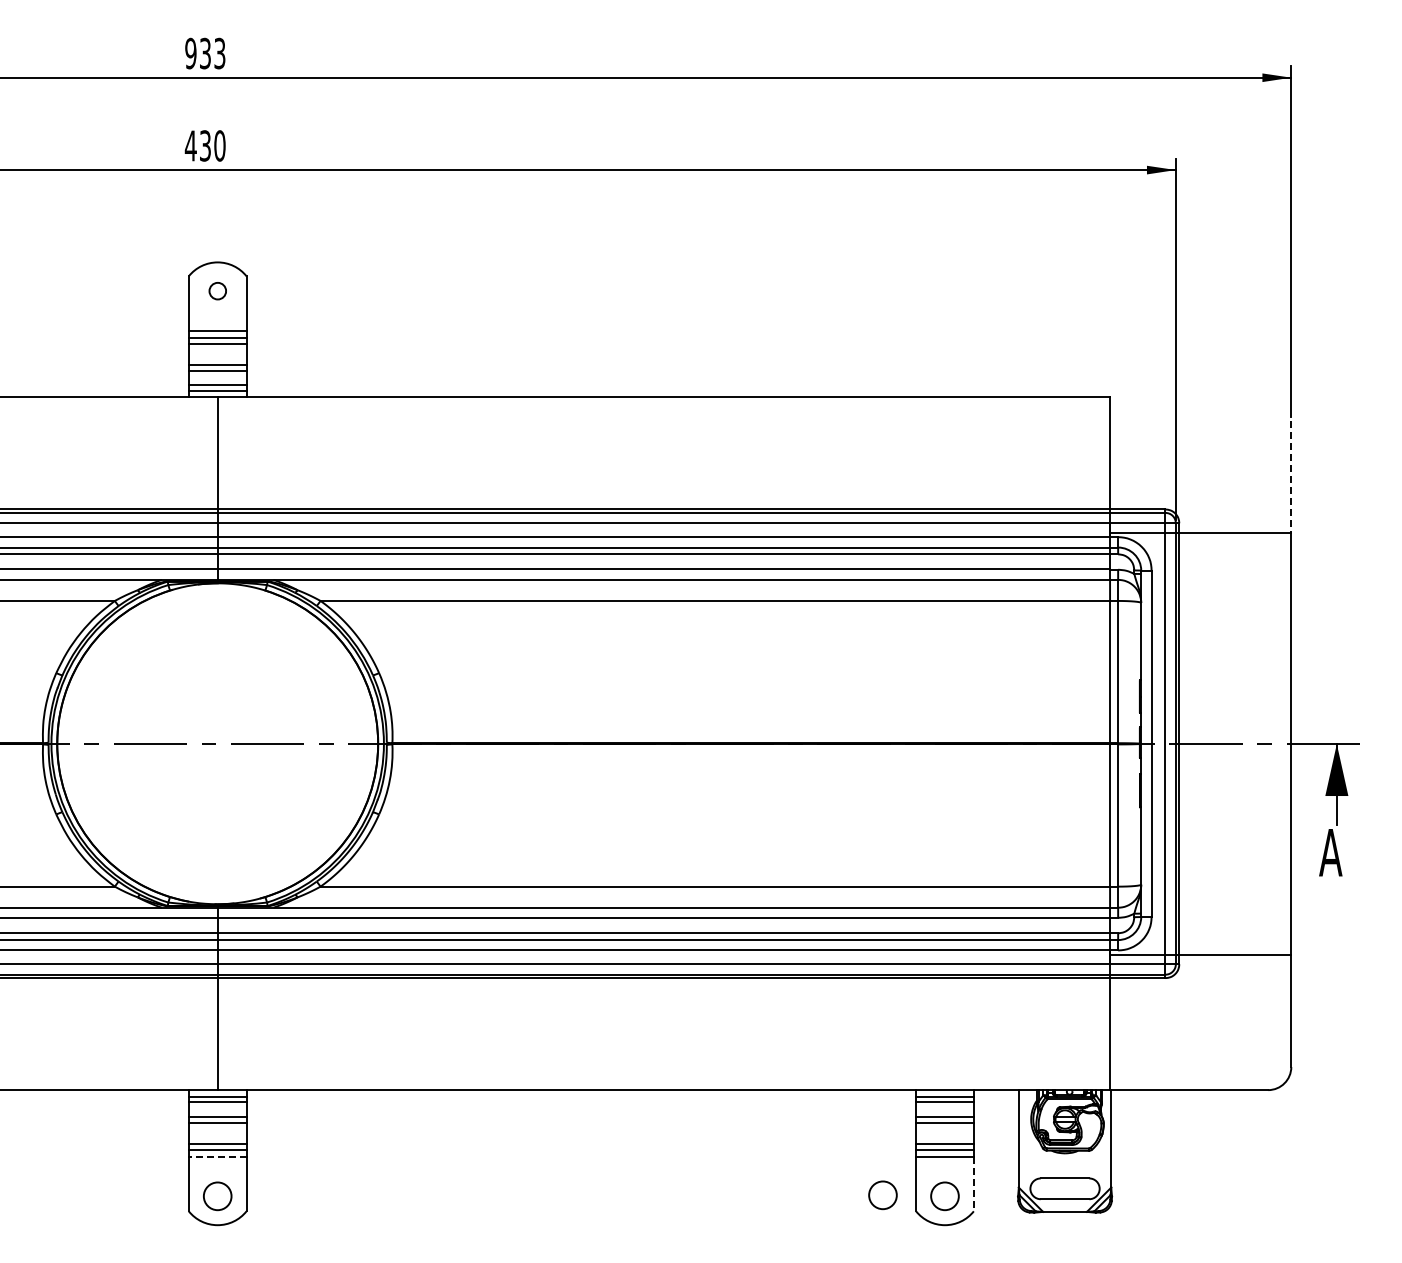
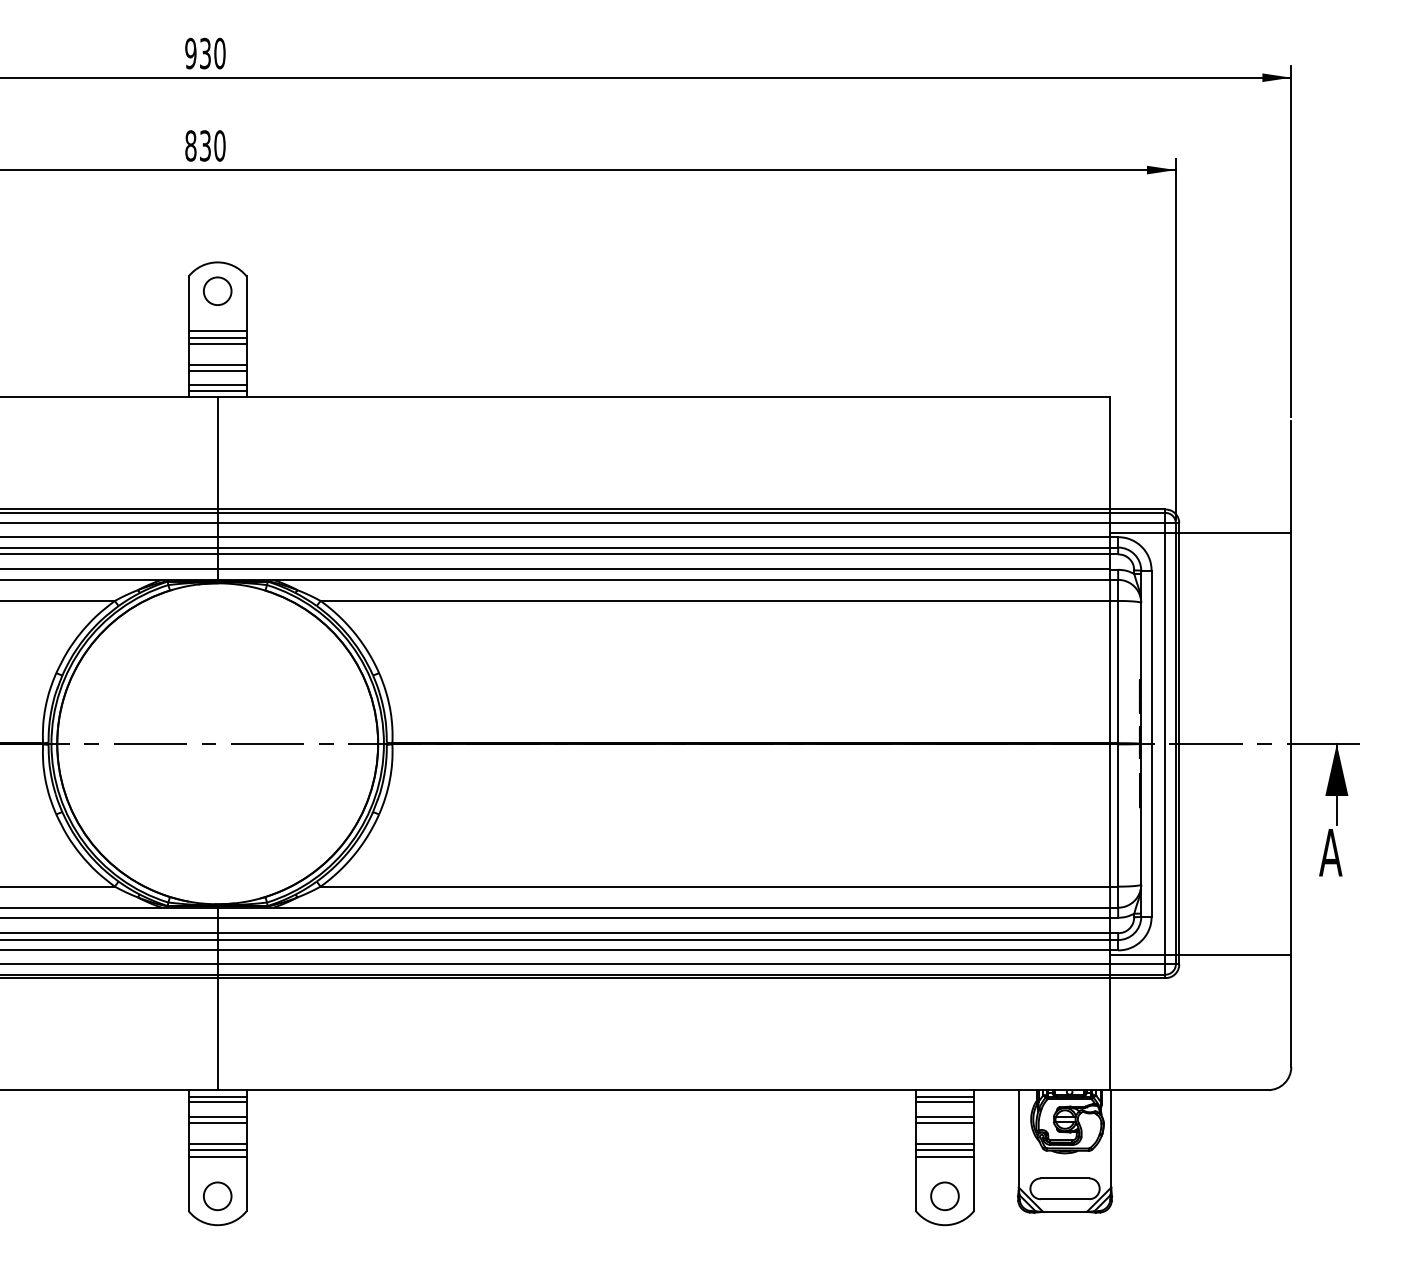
text at (219, 53): 933 -> 930
text at (190, 145): 430 -> 830
circle at (217, 291) size: 19x19 px -> 30x30 px
line at (1291, 476): dashed -> solid
line at (217, 1157): dashed -> solid
line at (973, 1184): dashed -> solid
circle at (882, 1195): present -> none
